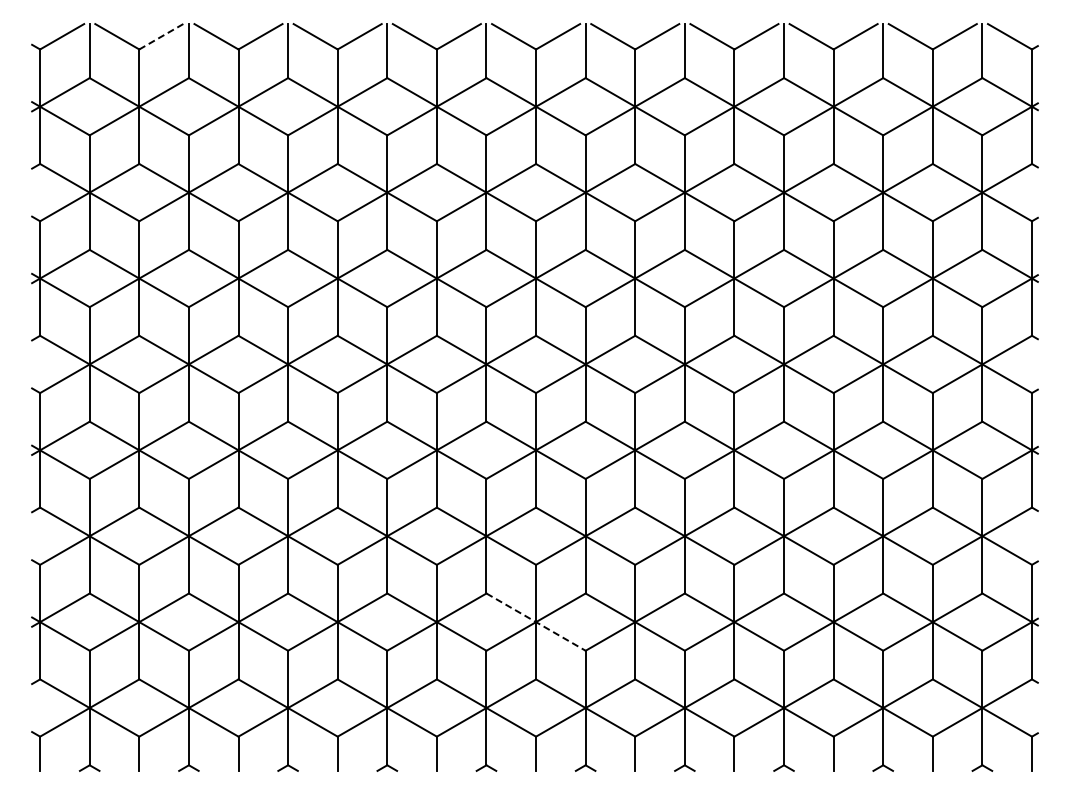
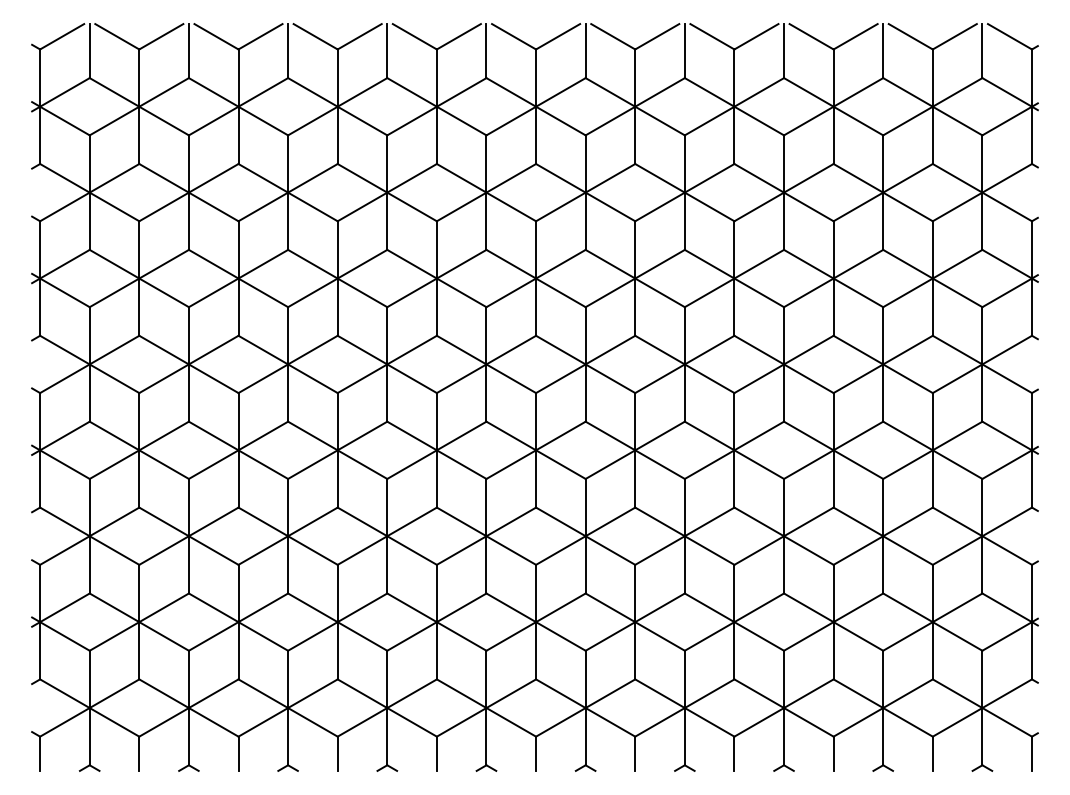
line at (160, 37): dashed -> solid
line at (536, 622): dashed -> solid
